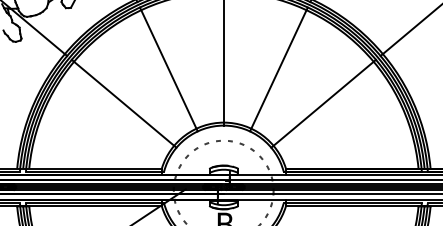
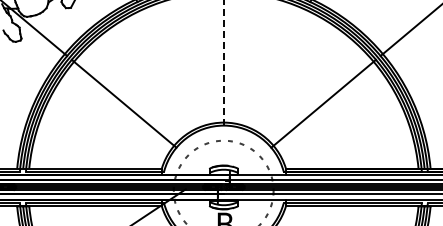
line at (223, 62): solid -> dashed
line at (168, 69): present -> none
line at (278, 69): present -> none
